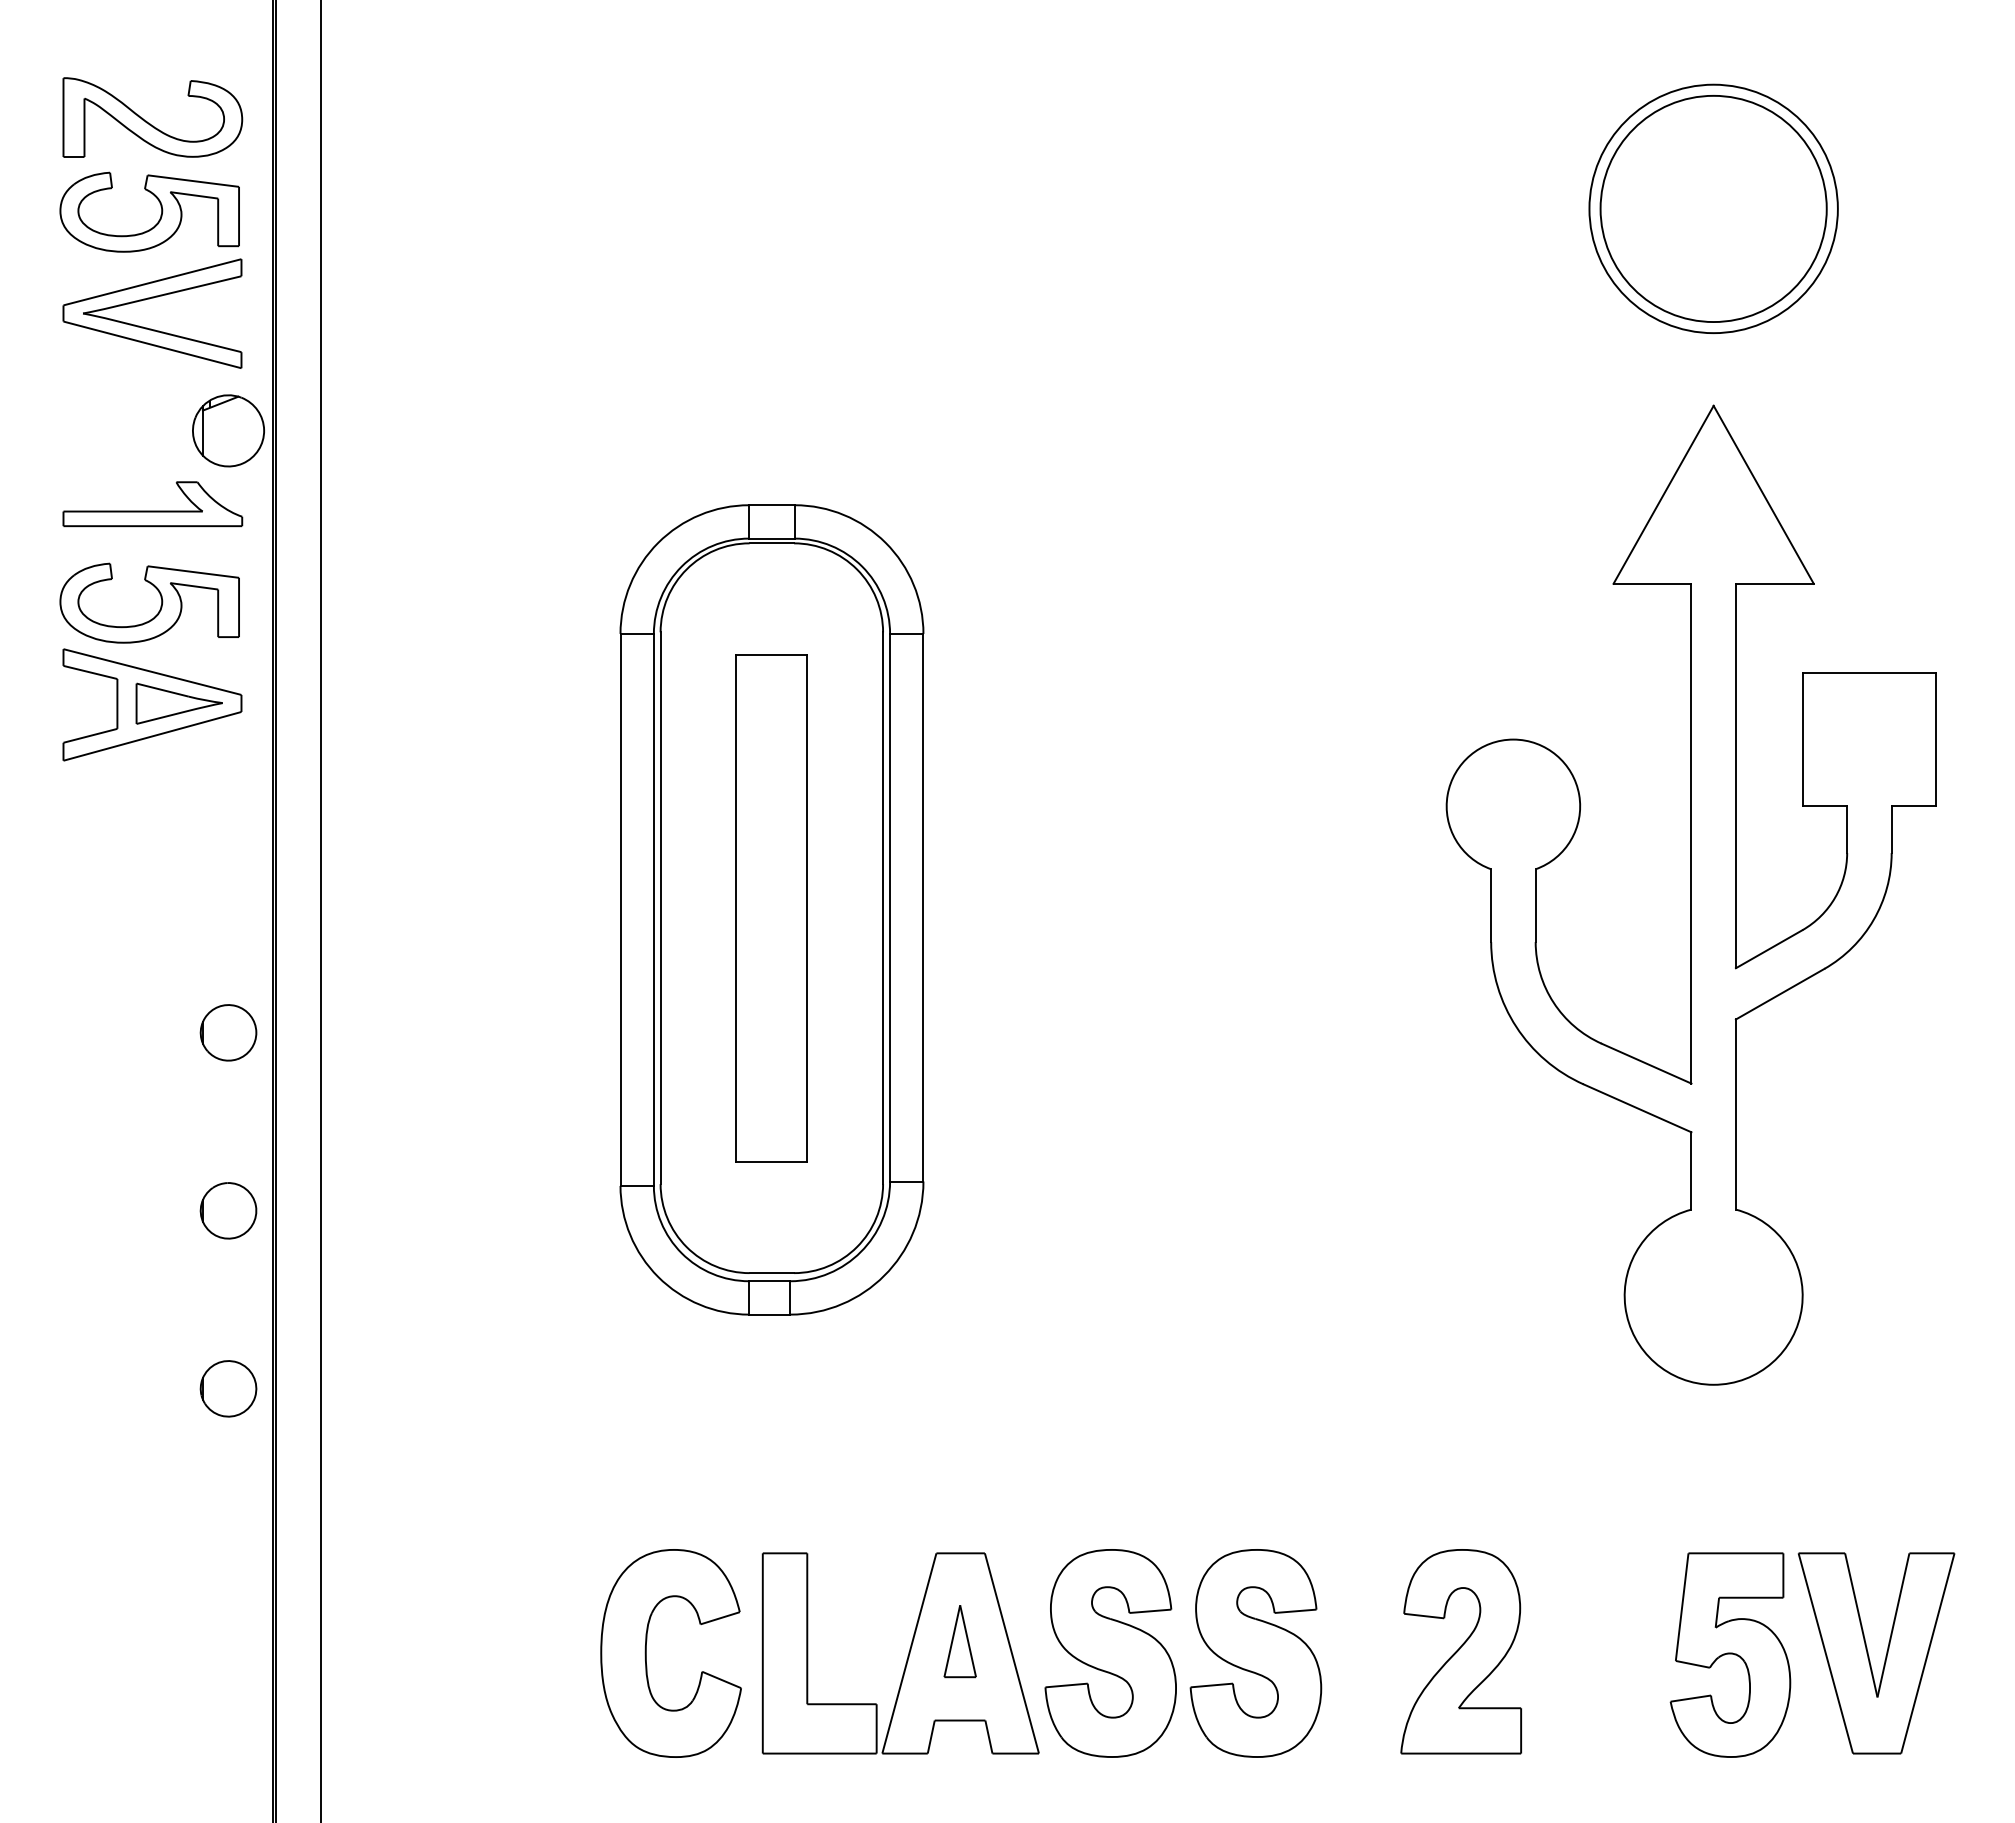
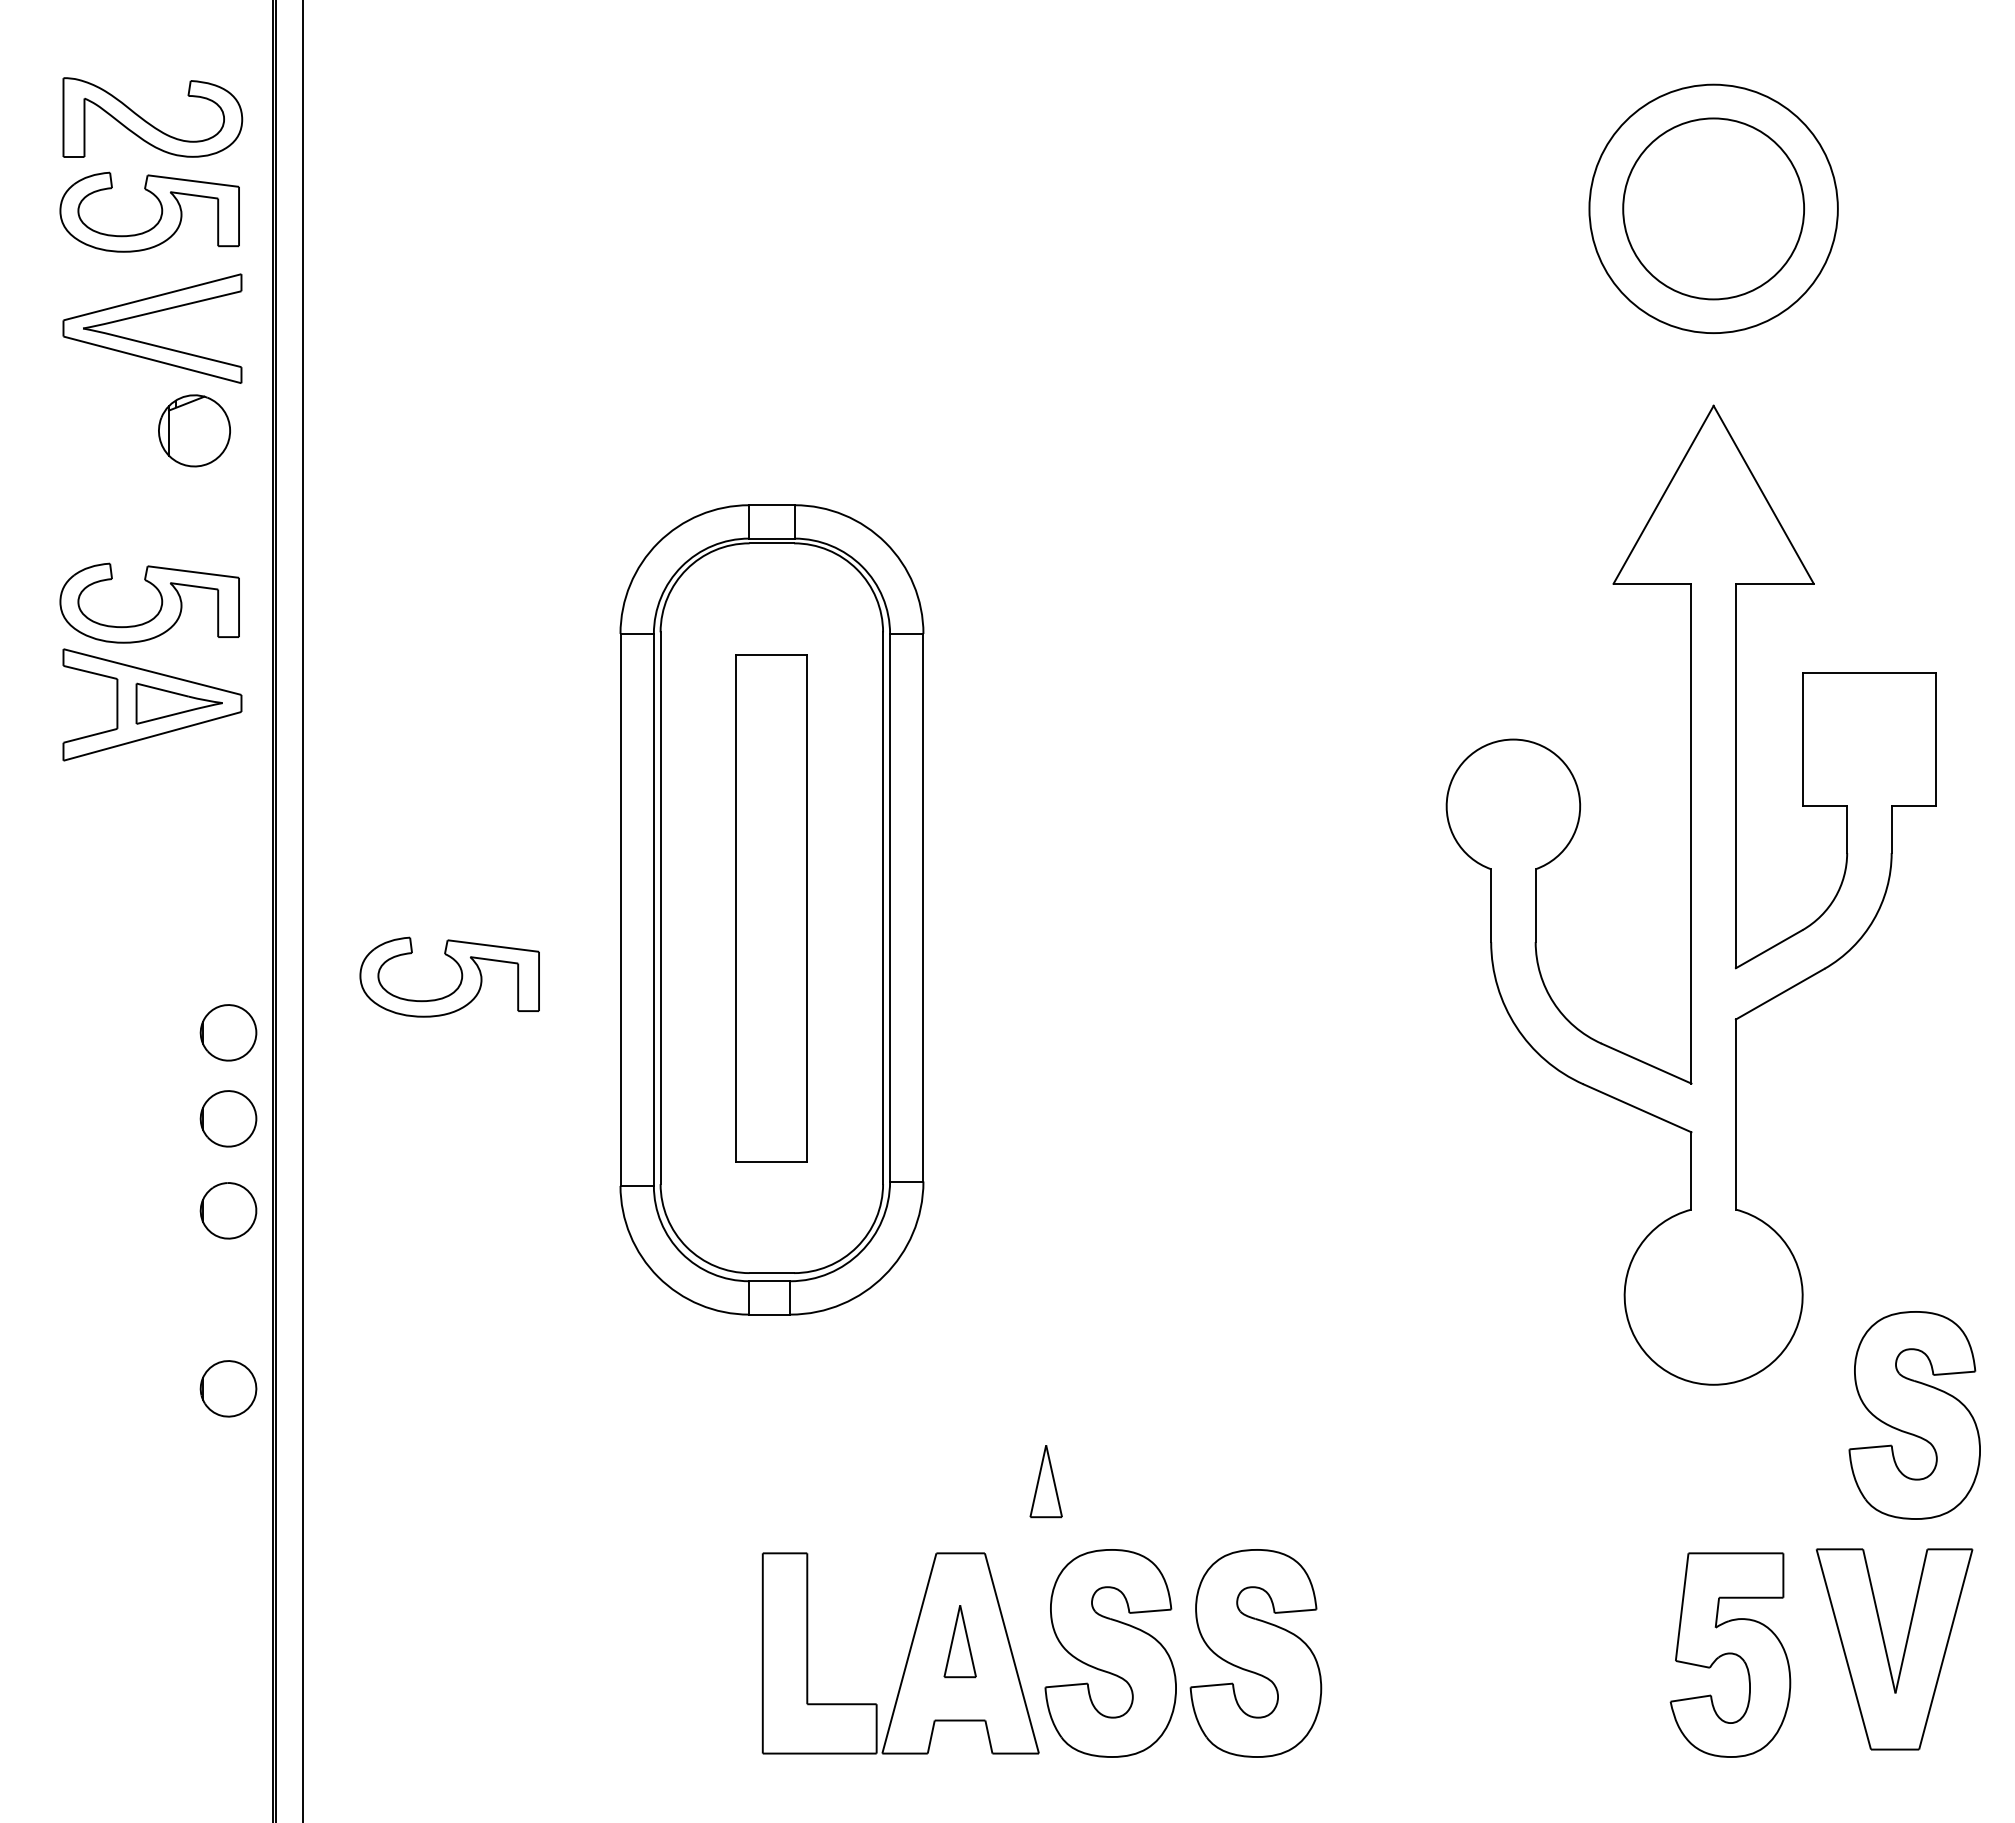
circle at (1713, 208) diameter: 226 px -> 181 px
part at (149, 299) position: (149, 299) -> (149, 314)
part at (228, 430) position: (228, 430) -> (194, 430)
part at (152, 504): present -> none
line at (320, 910) position: (320, 910) -> (302, 910)
part at (460, 979): none -> present
part at (228, 1118): none -> present
part at (1914, 1415): none -> present
part at (1045, 1481): none -> present
part at (1460, 1651): present -> none
part at (646, 1653): present -> none
part at (1869, 1656) position: (1869, 1656) -> (1887, 1652)
